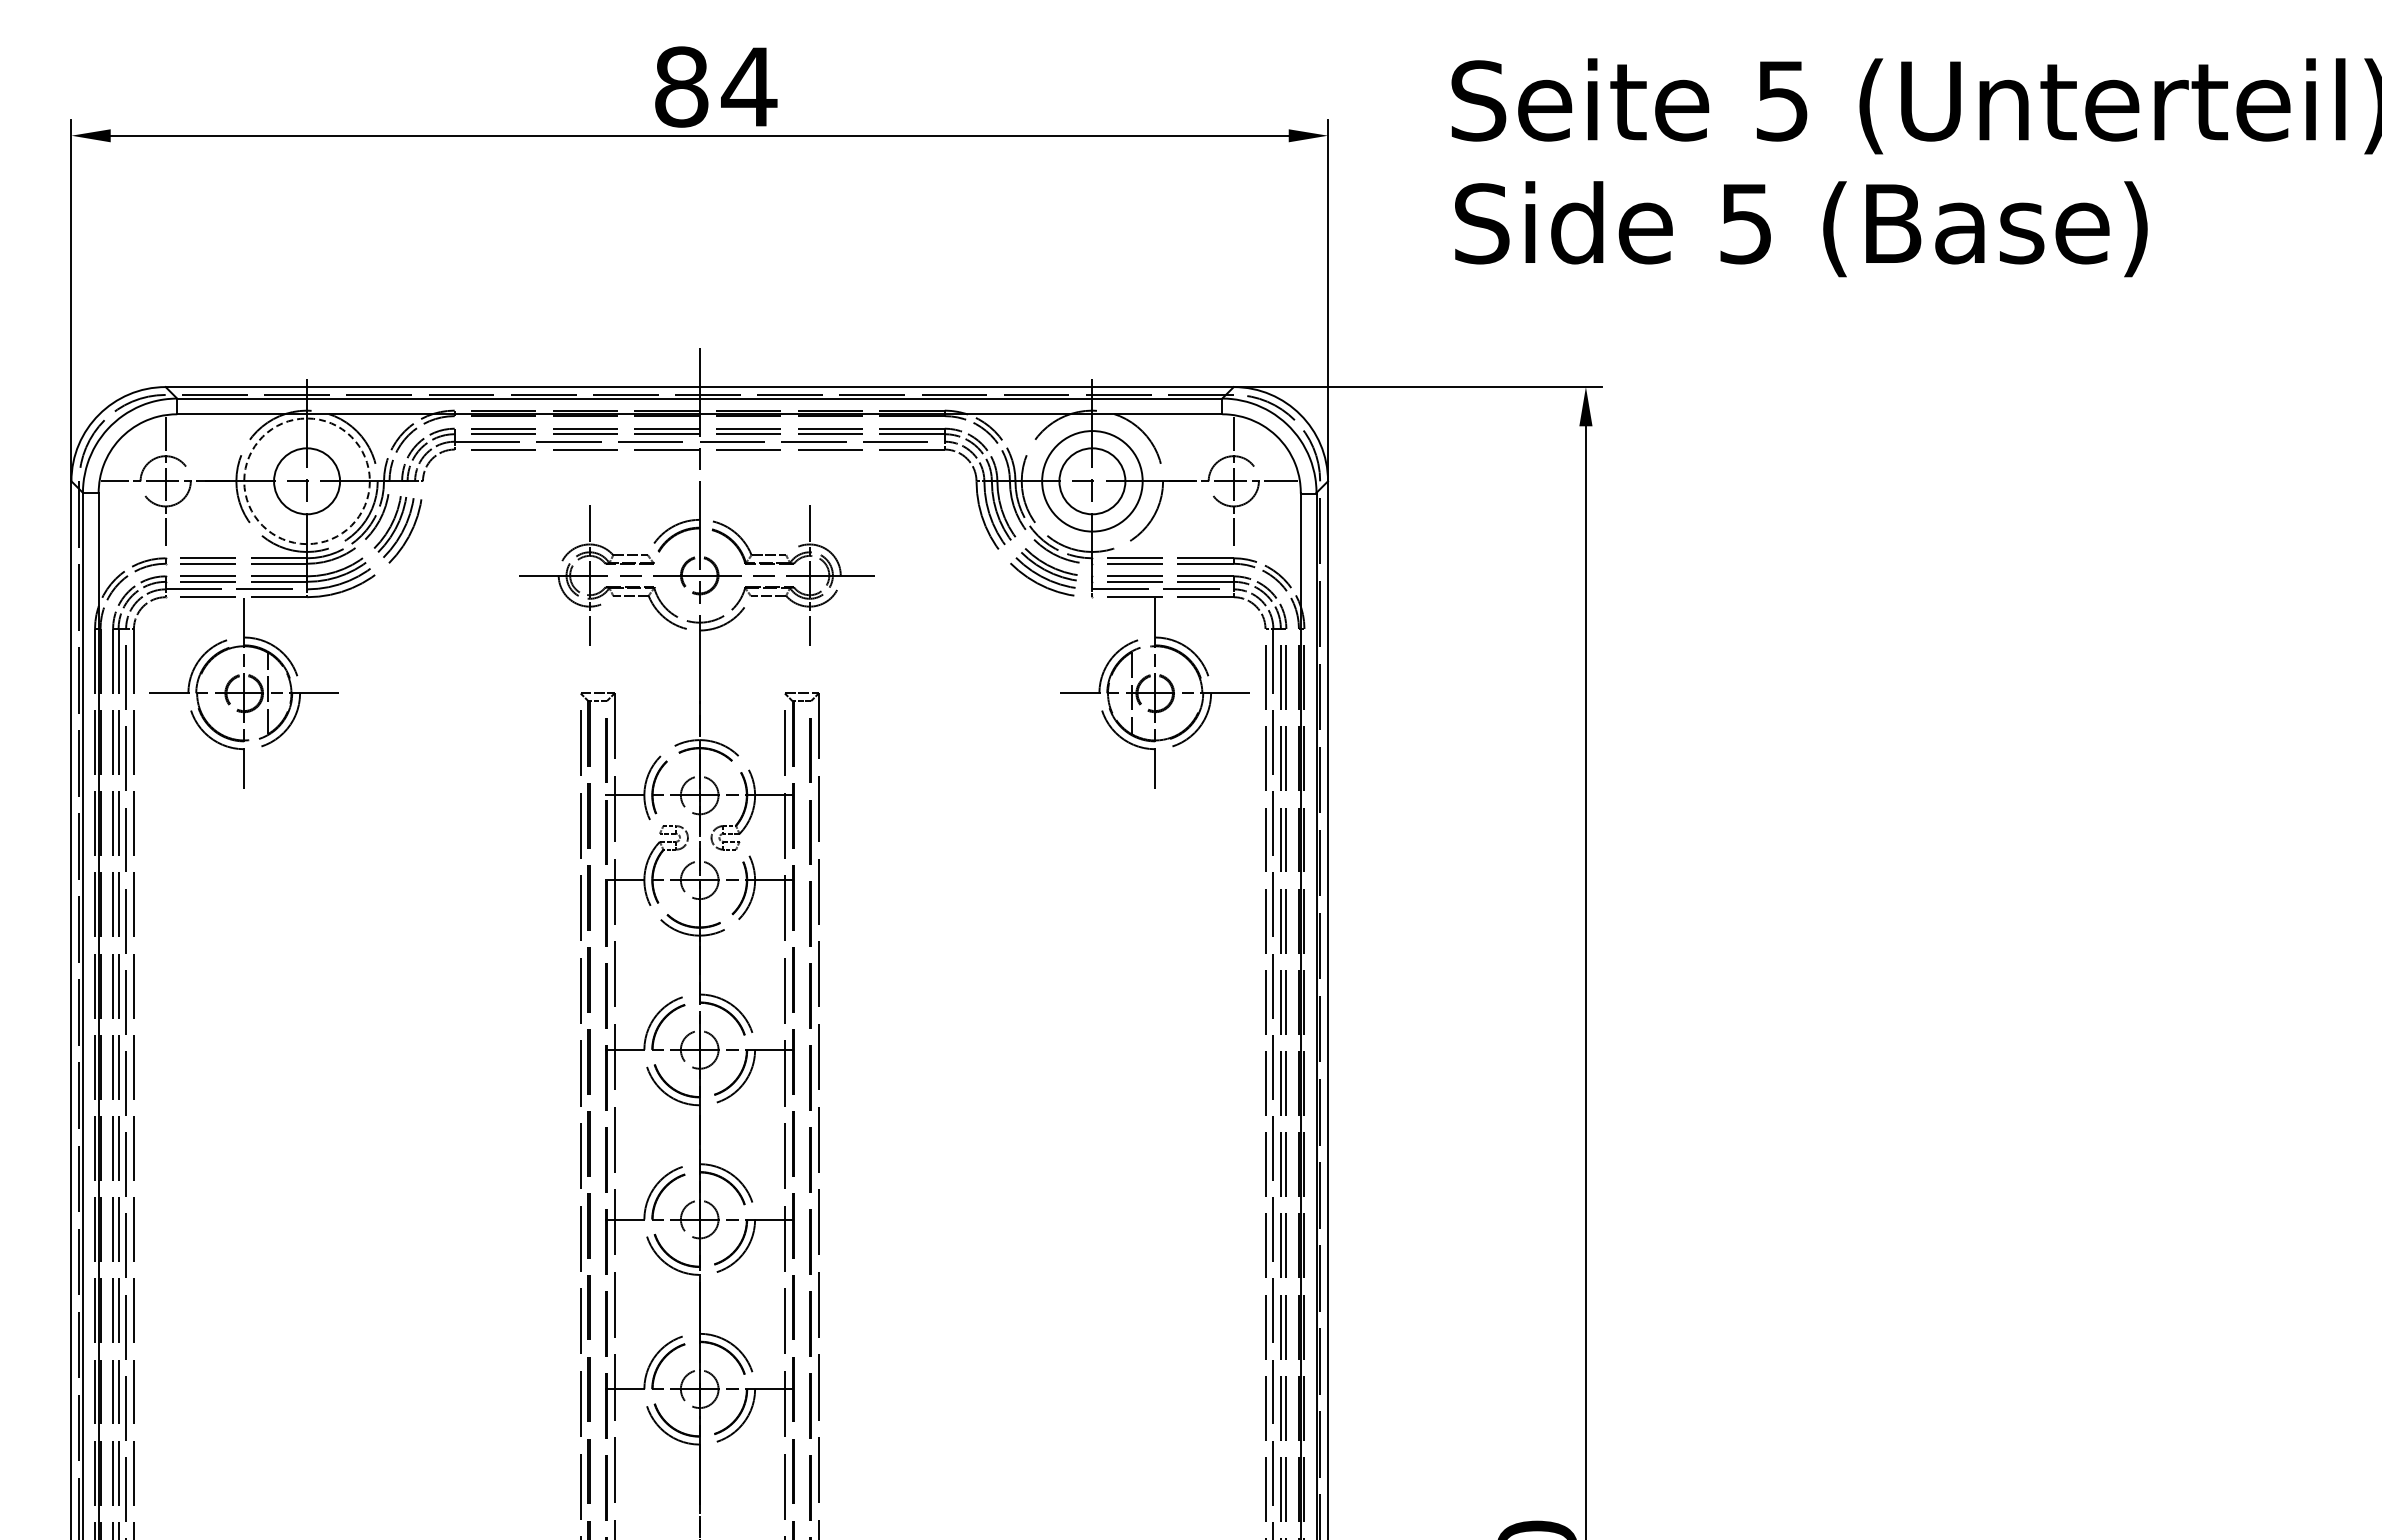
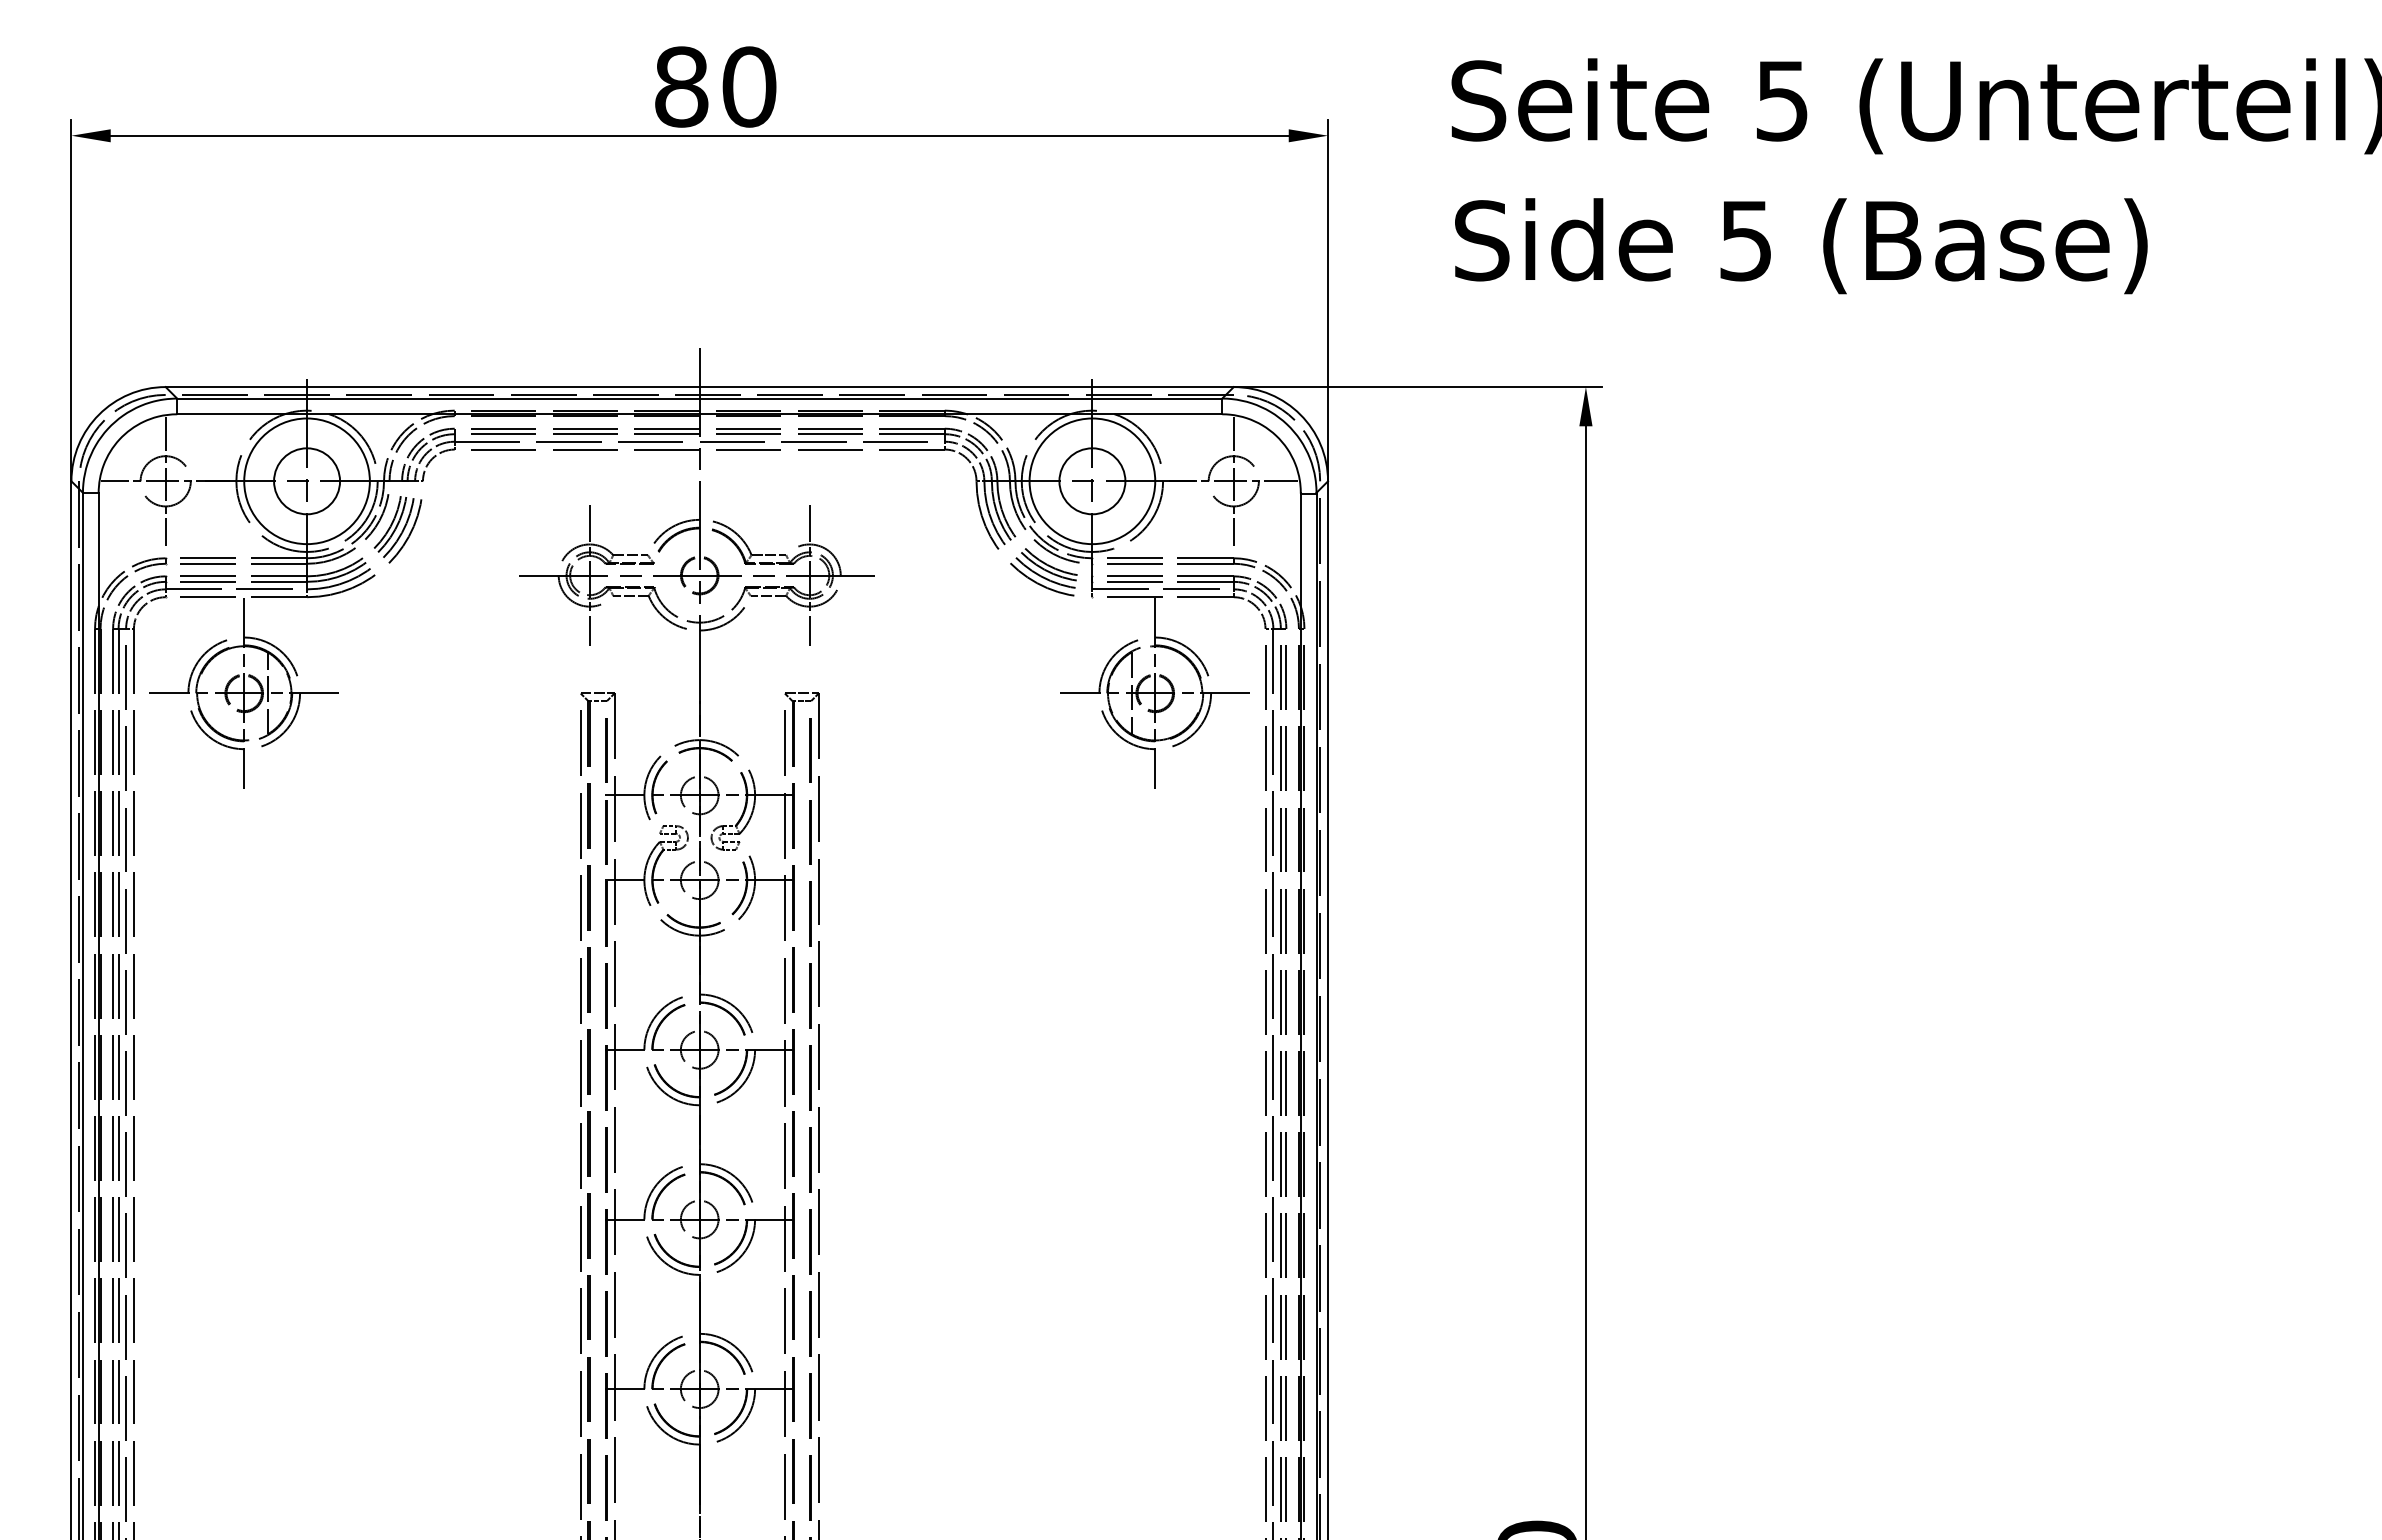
text at (749, 86): 84 -> 80
text at (1801, 229) position: (1801, 229) -> (1801, 246)
circle at (306, 481): dashed -> solid
circle at (1092, 481) diameter: 101 px -> 126 px
